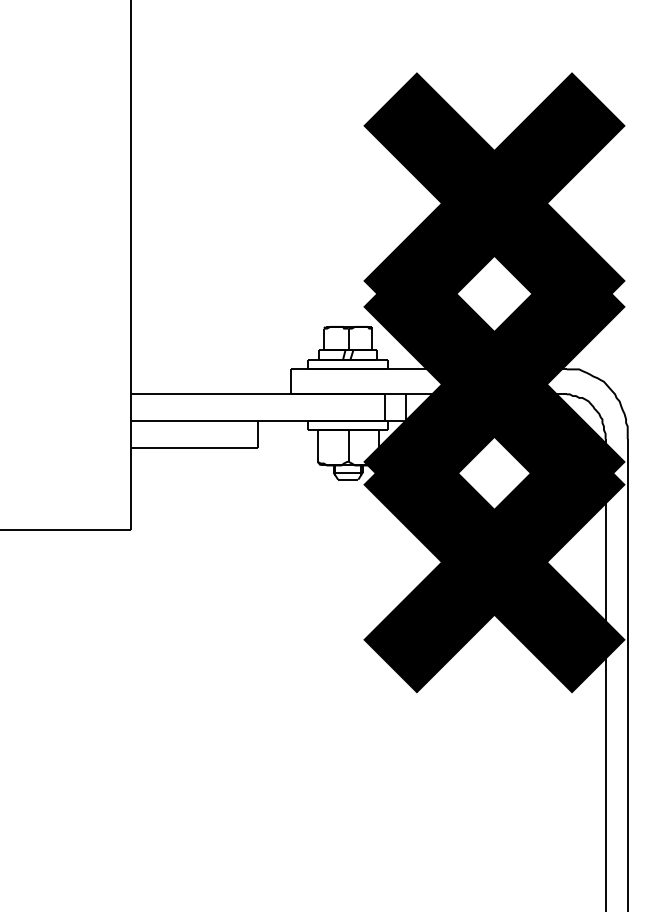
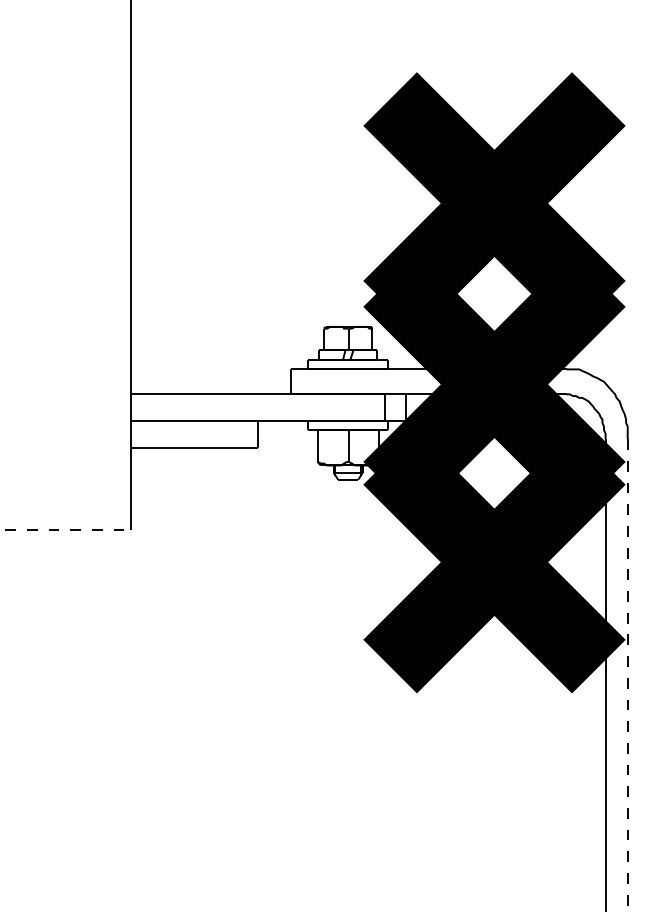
line at (66, 529): solid -> dashed
line at (627, 676): solid -> dashed
